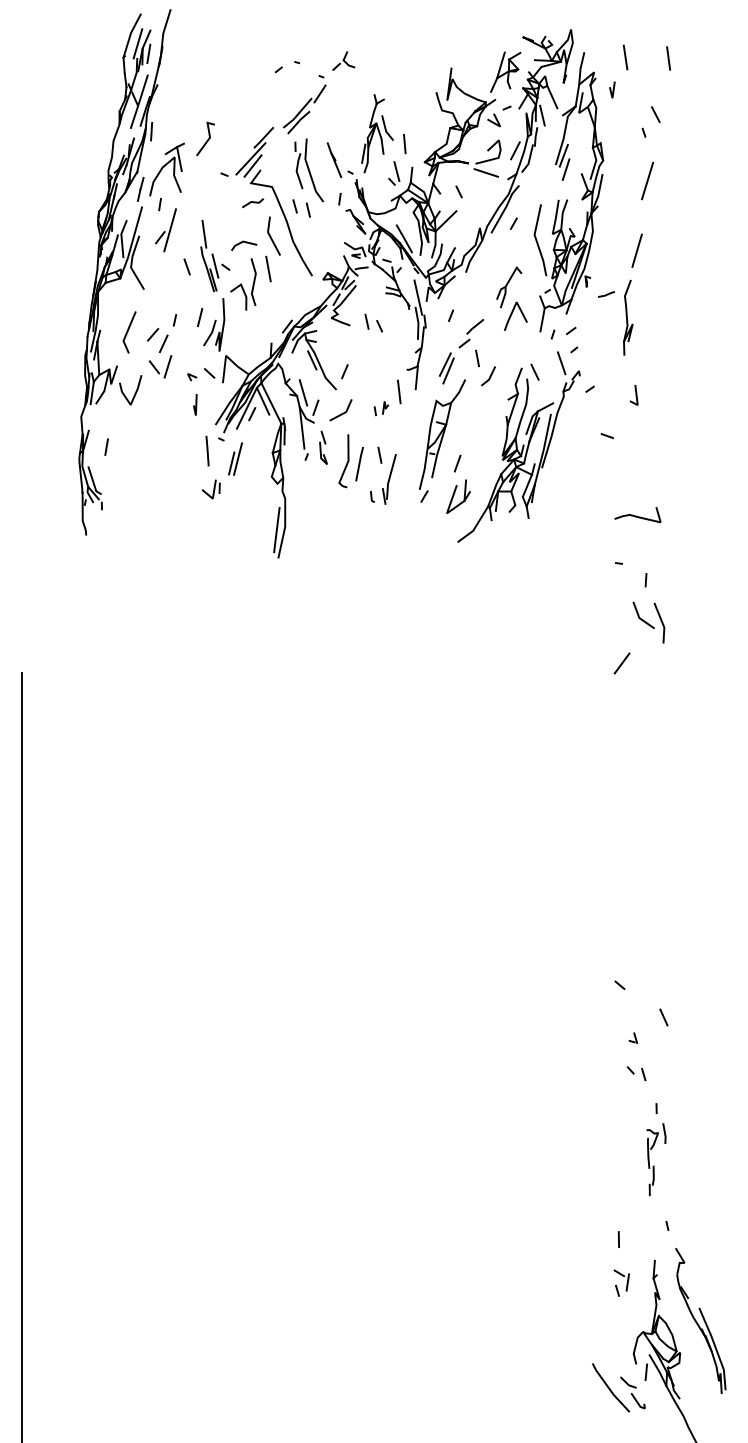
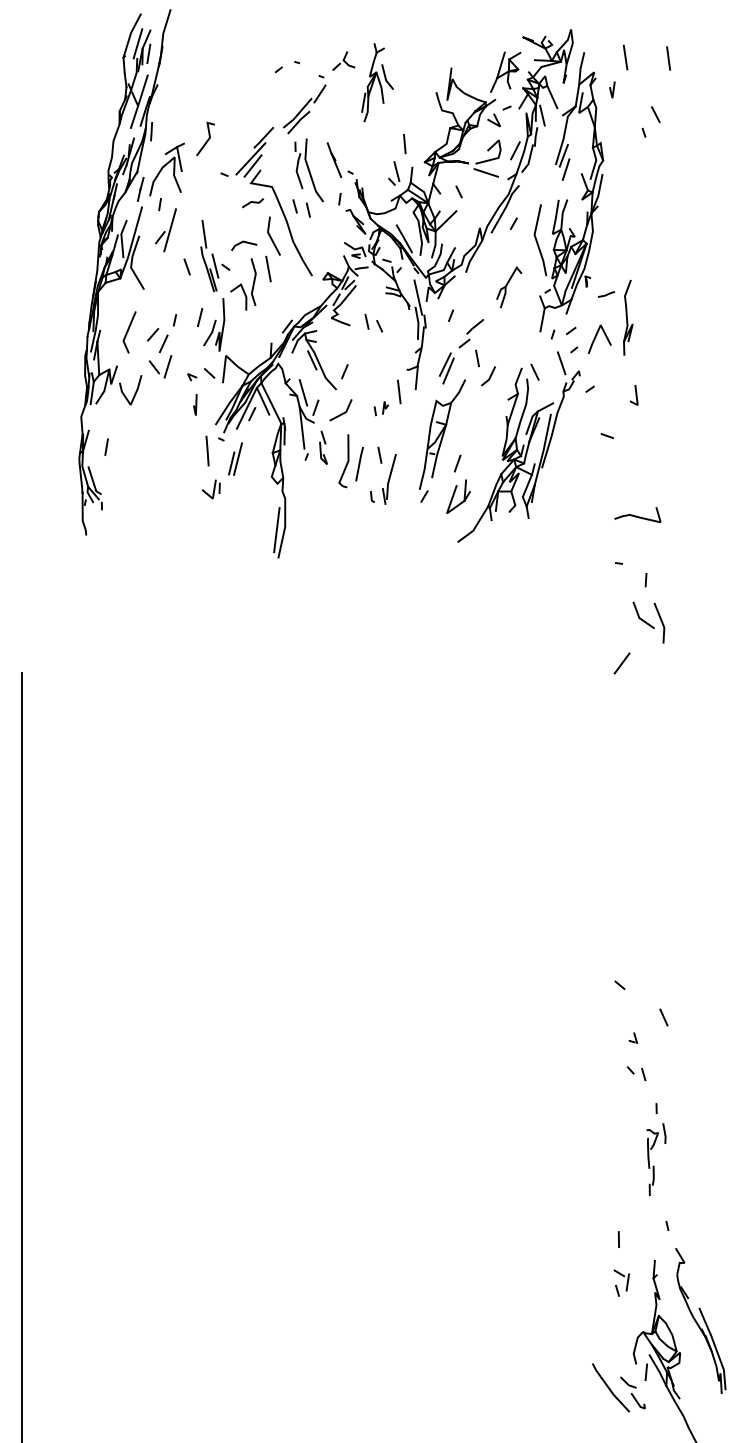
part at (377, 133) position: (377, 133) -> (377, 82)
line at (647, 180): present -> none
line at (636, 250): present -> none
line at (512, 314) position: (512, 314) -> (596, 337)
